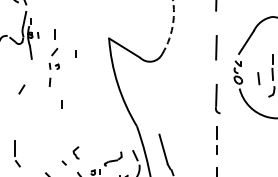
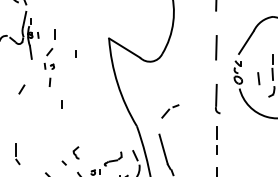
arc at (172, 27): dashed -> solid
part at (53, 58) position: (53, 58) -> (48, 58)
part at (170, 111): none -> present
part at (17, 153) size: 7x28 px -> 6x23 px
